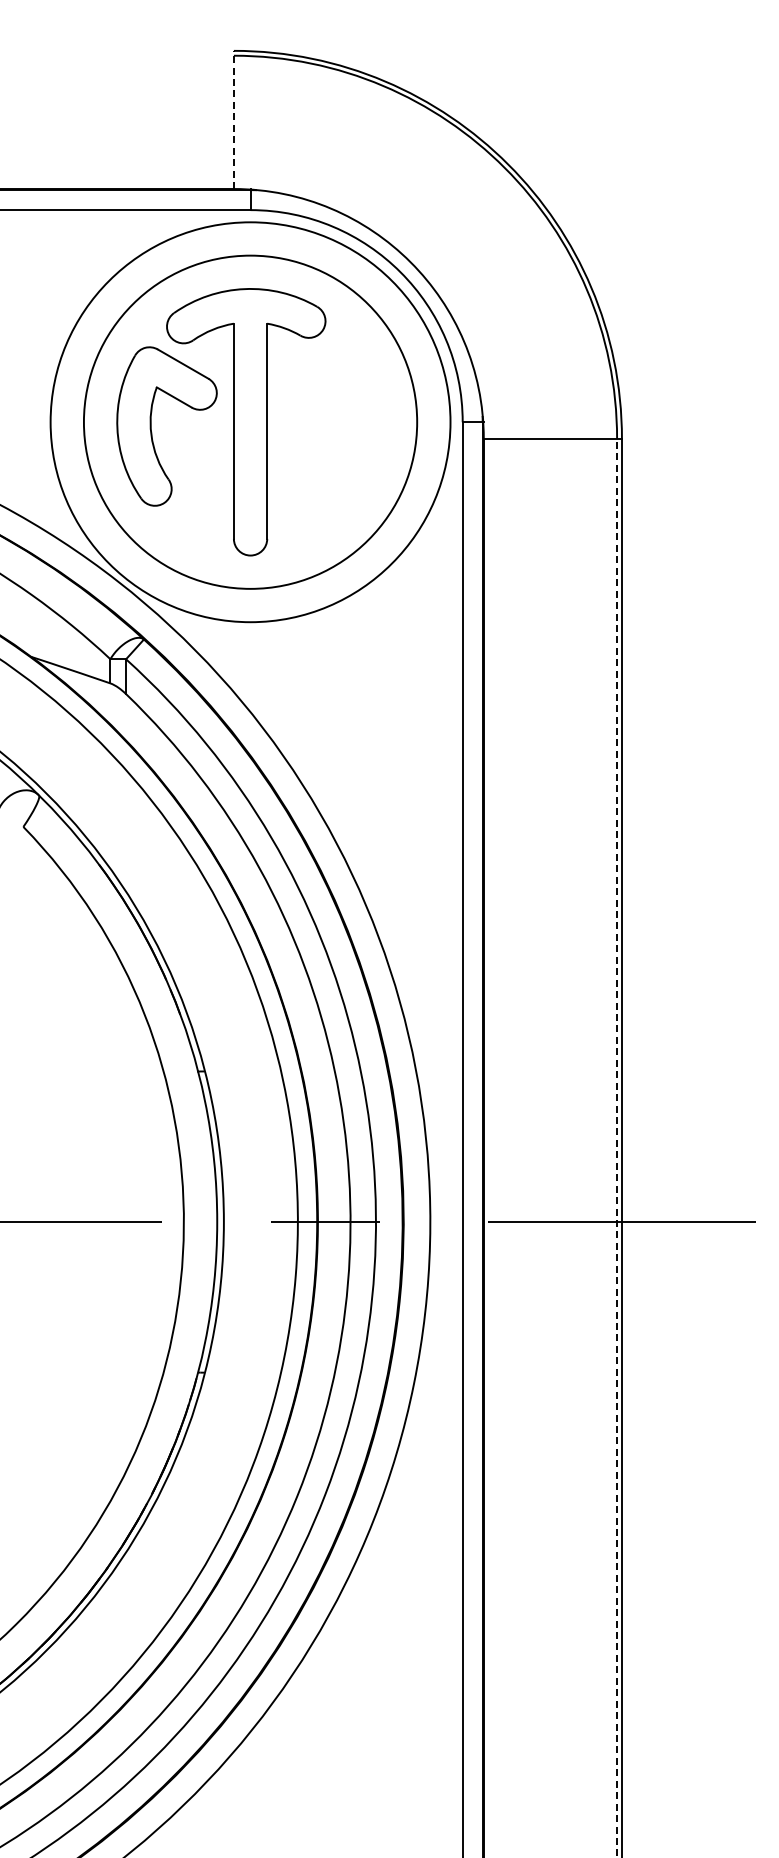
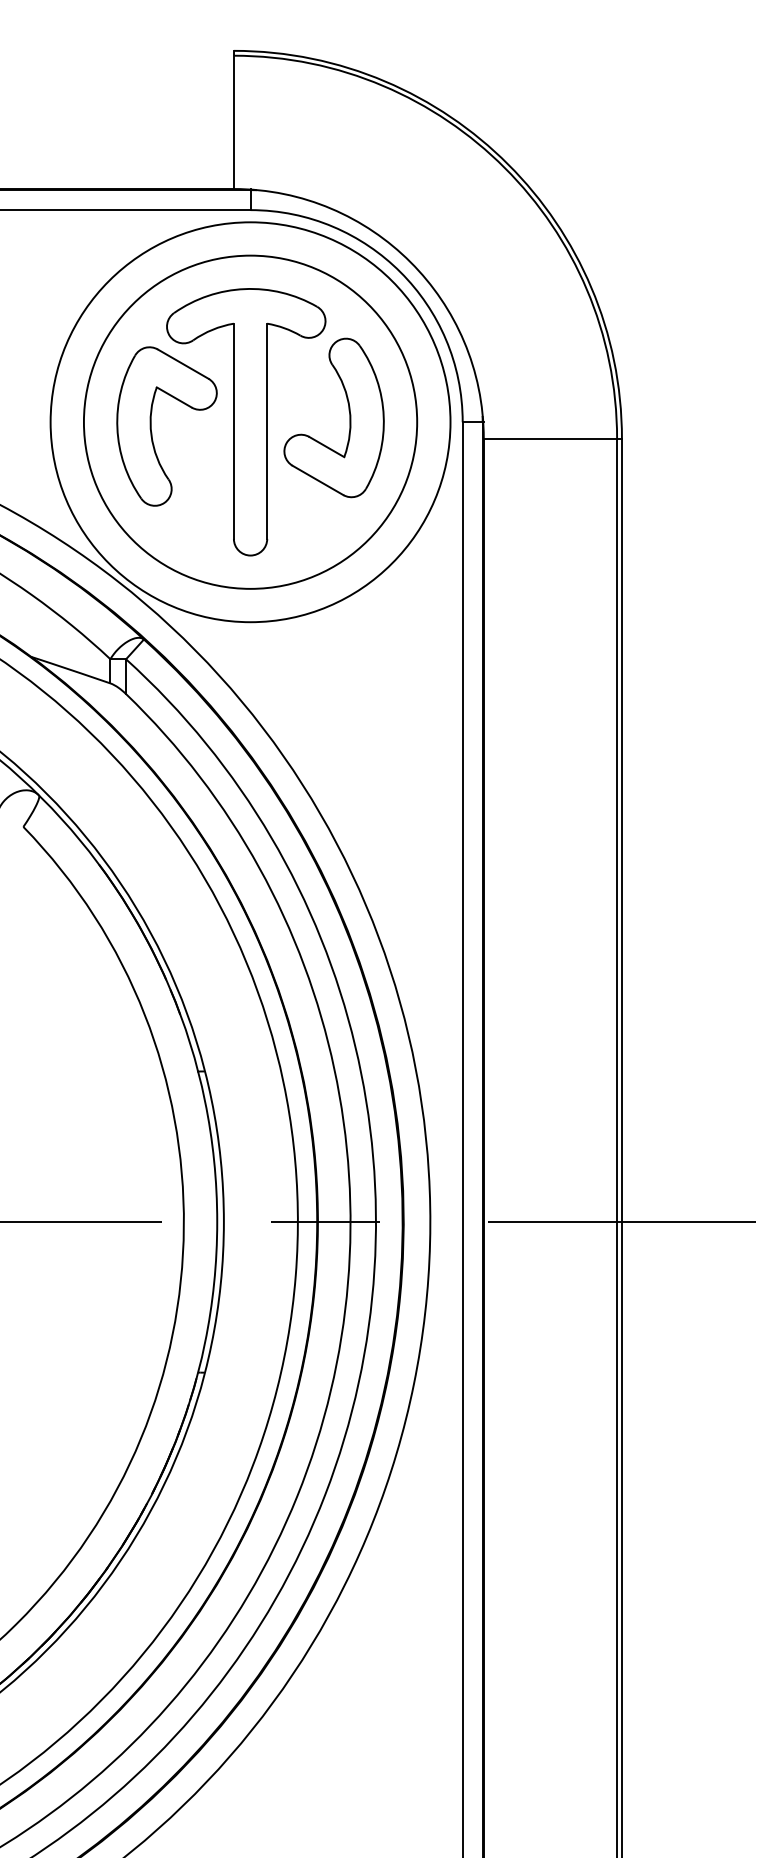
line at (233, 119): dashed -> solid
part at (349, 417): none -> present
line at (617, 1147): dashed -> solid
